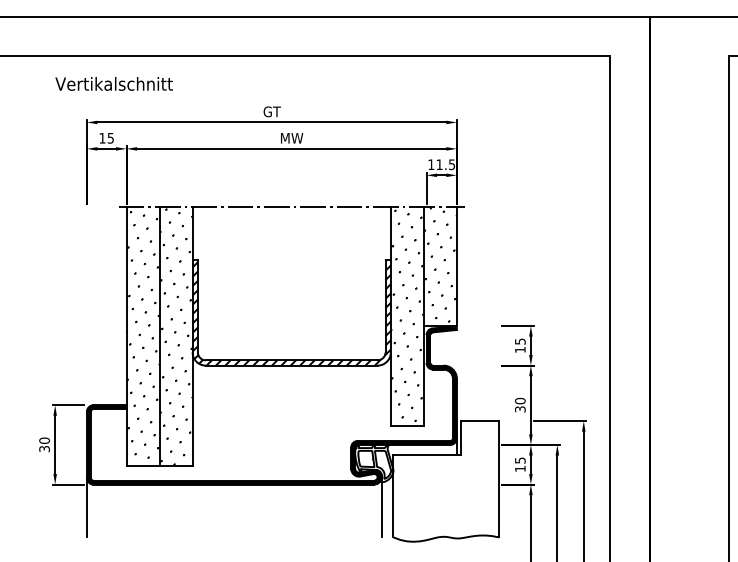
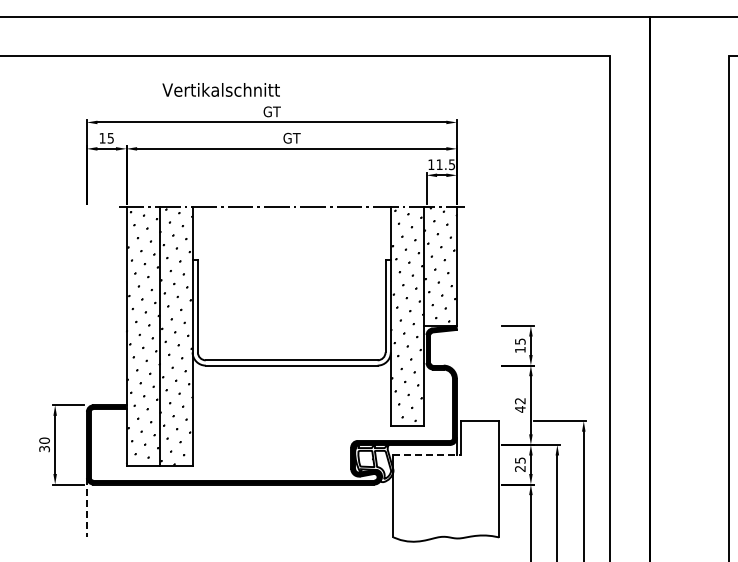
text at (113, 83) position: (113, 83) -> (220, 89)
text at (292, 137): MW -> GT
hatch at (291, 312): present -> none
text at (520, 404): 30 -> 42
line at (427, 455): solid -> dashed
text at (520, 468): 15 -> 25
line at (86, 507): solid -> dashed
line at (381, 507): present -> none
